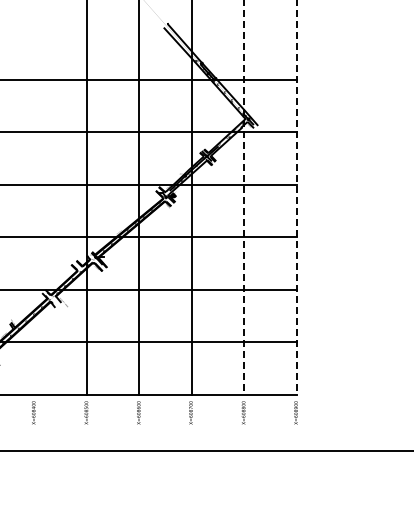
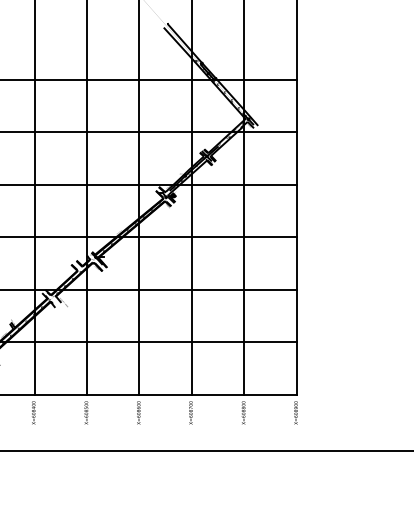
line at (244, 197): dashed -> solid
line at (296, 197): dashed -> solid
line at (34, 198): none -> present
